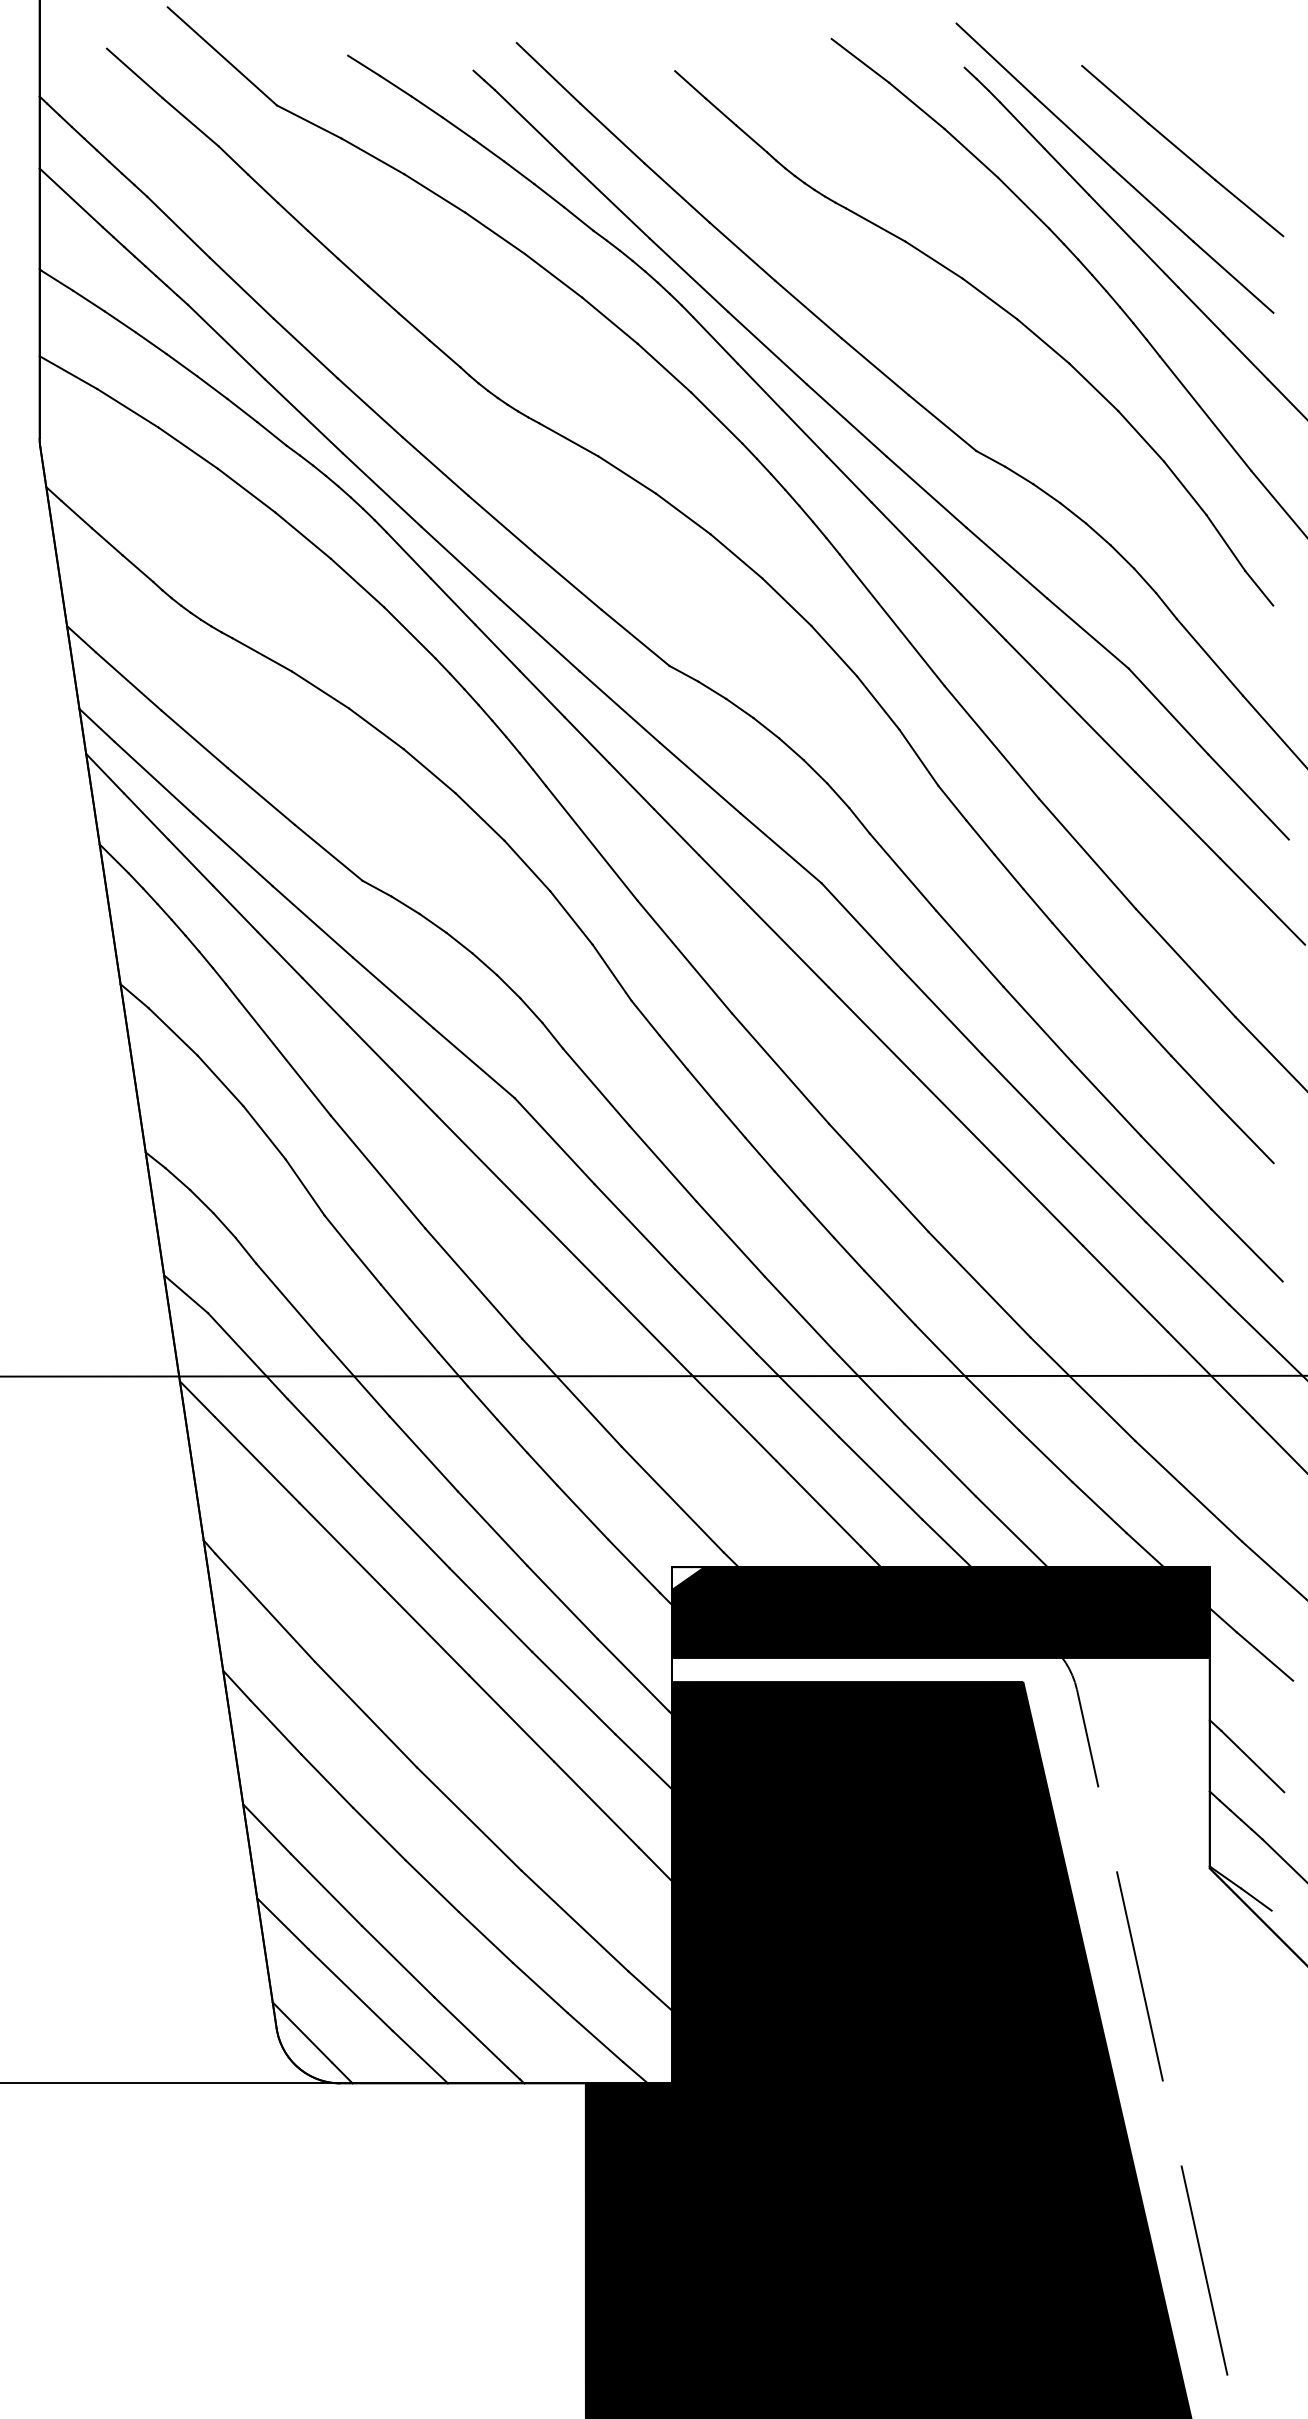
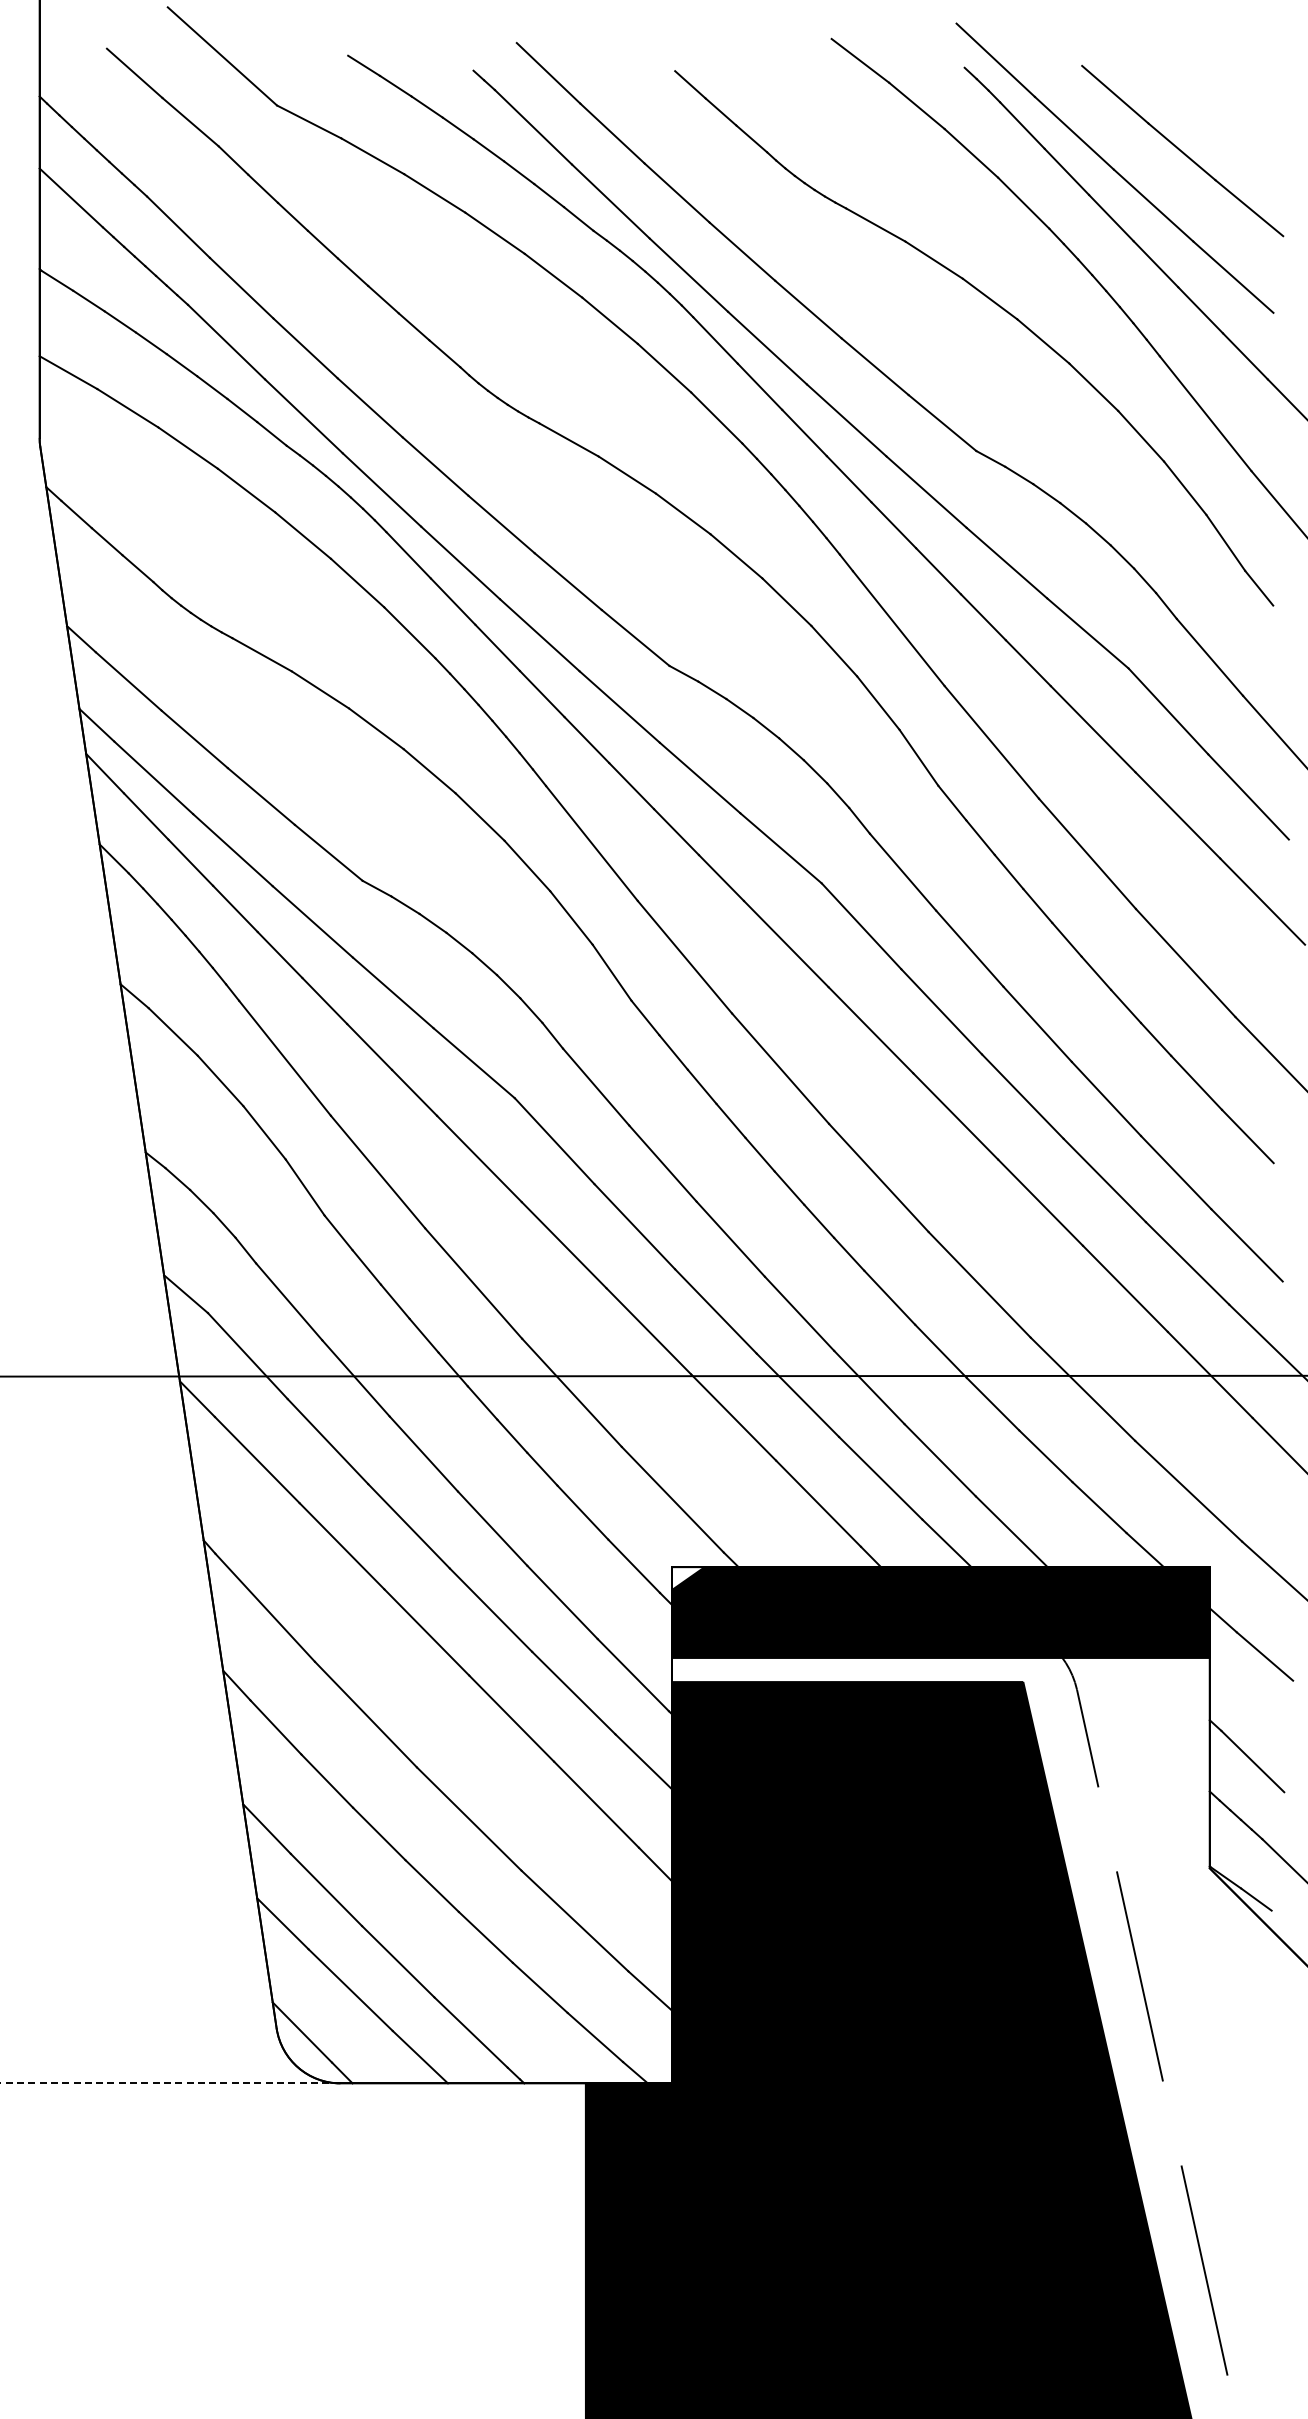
line at (169, 2083): solid -> dashed
